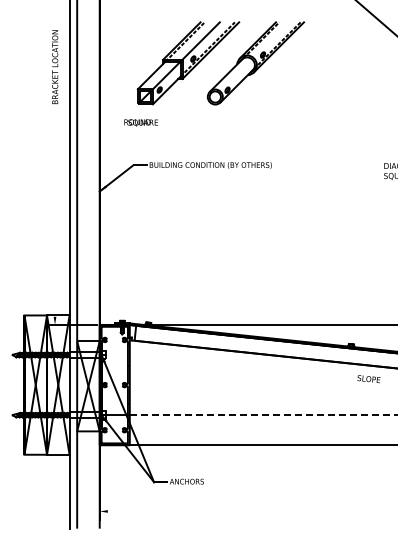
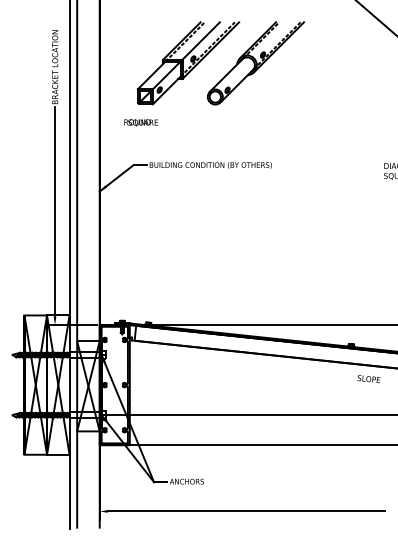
line at (55, 211): none -> present
line at (263, 415): dashed -> solid
line at (246, 511): none -> present
